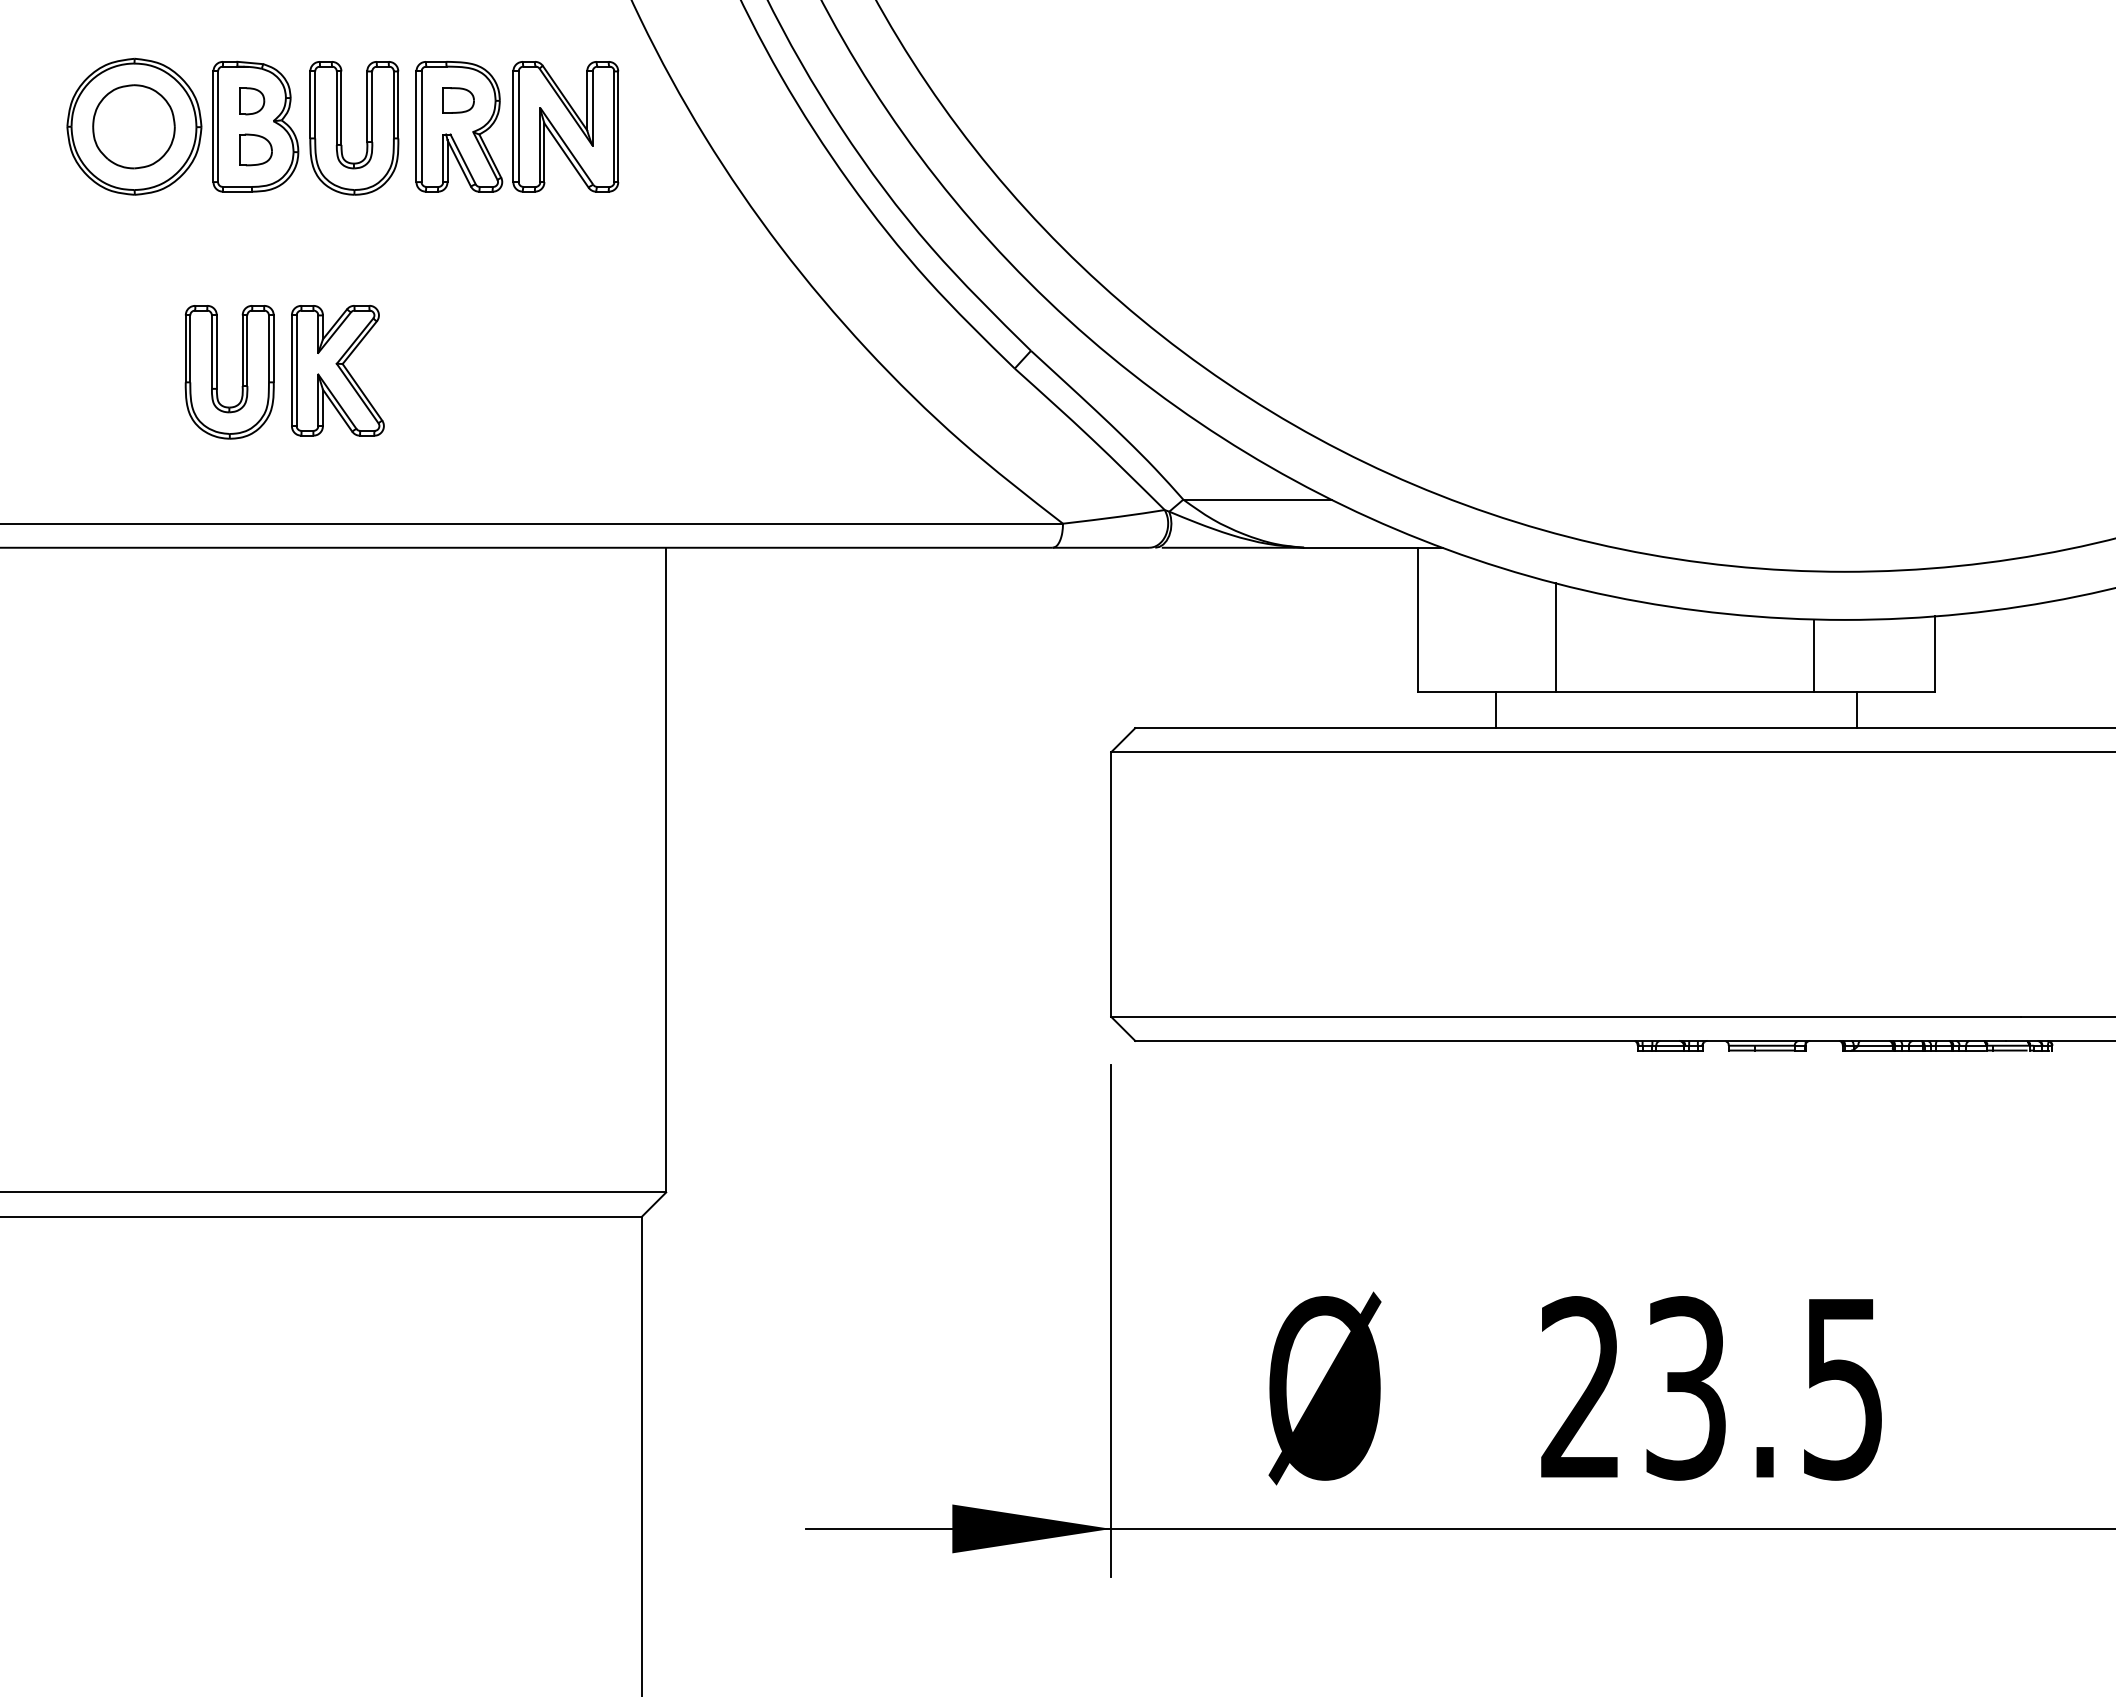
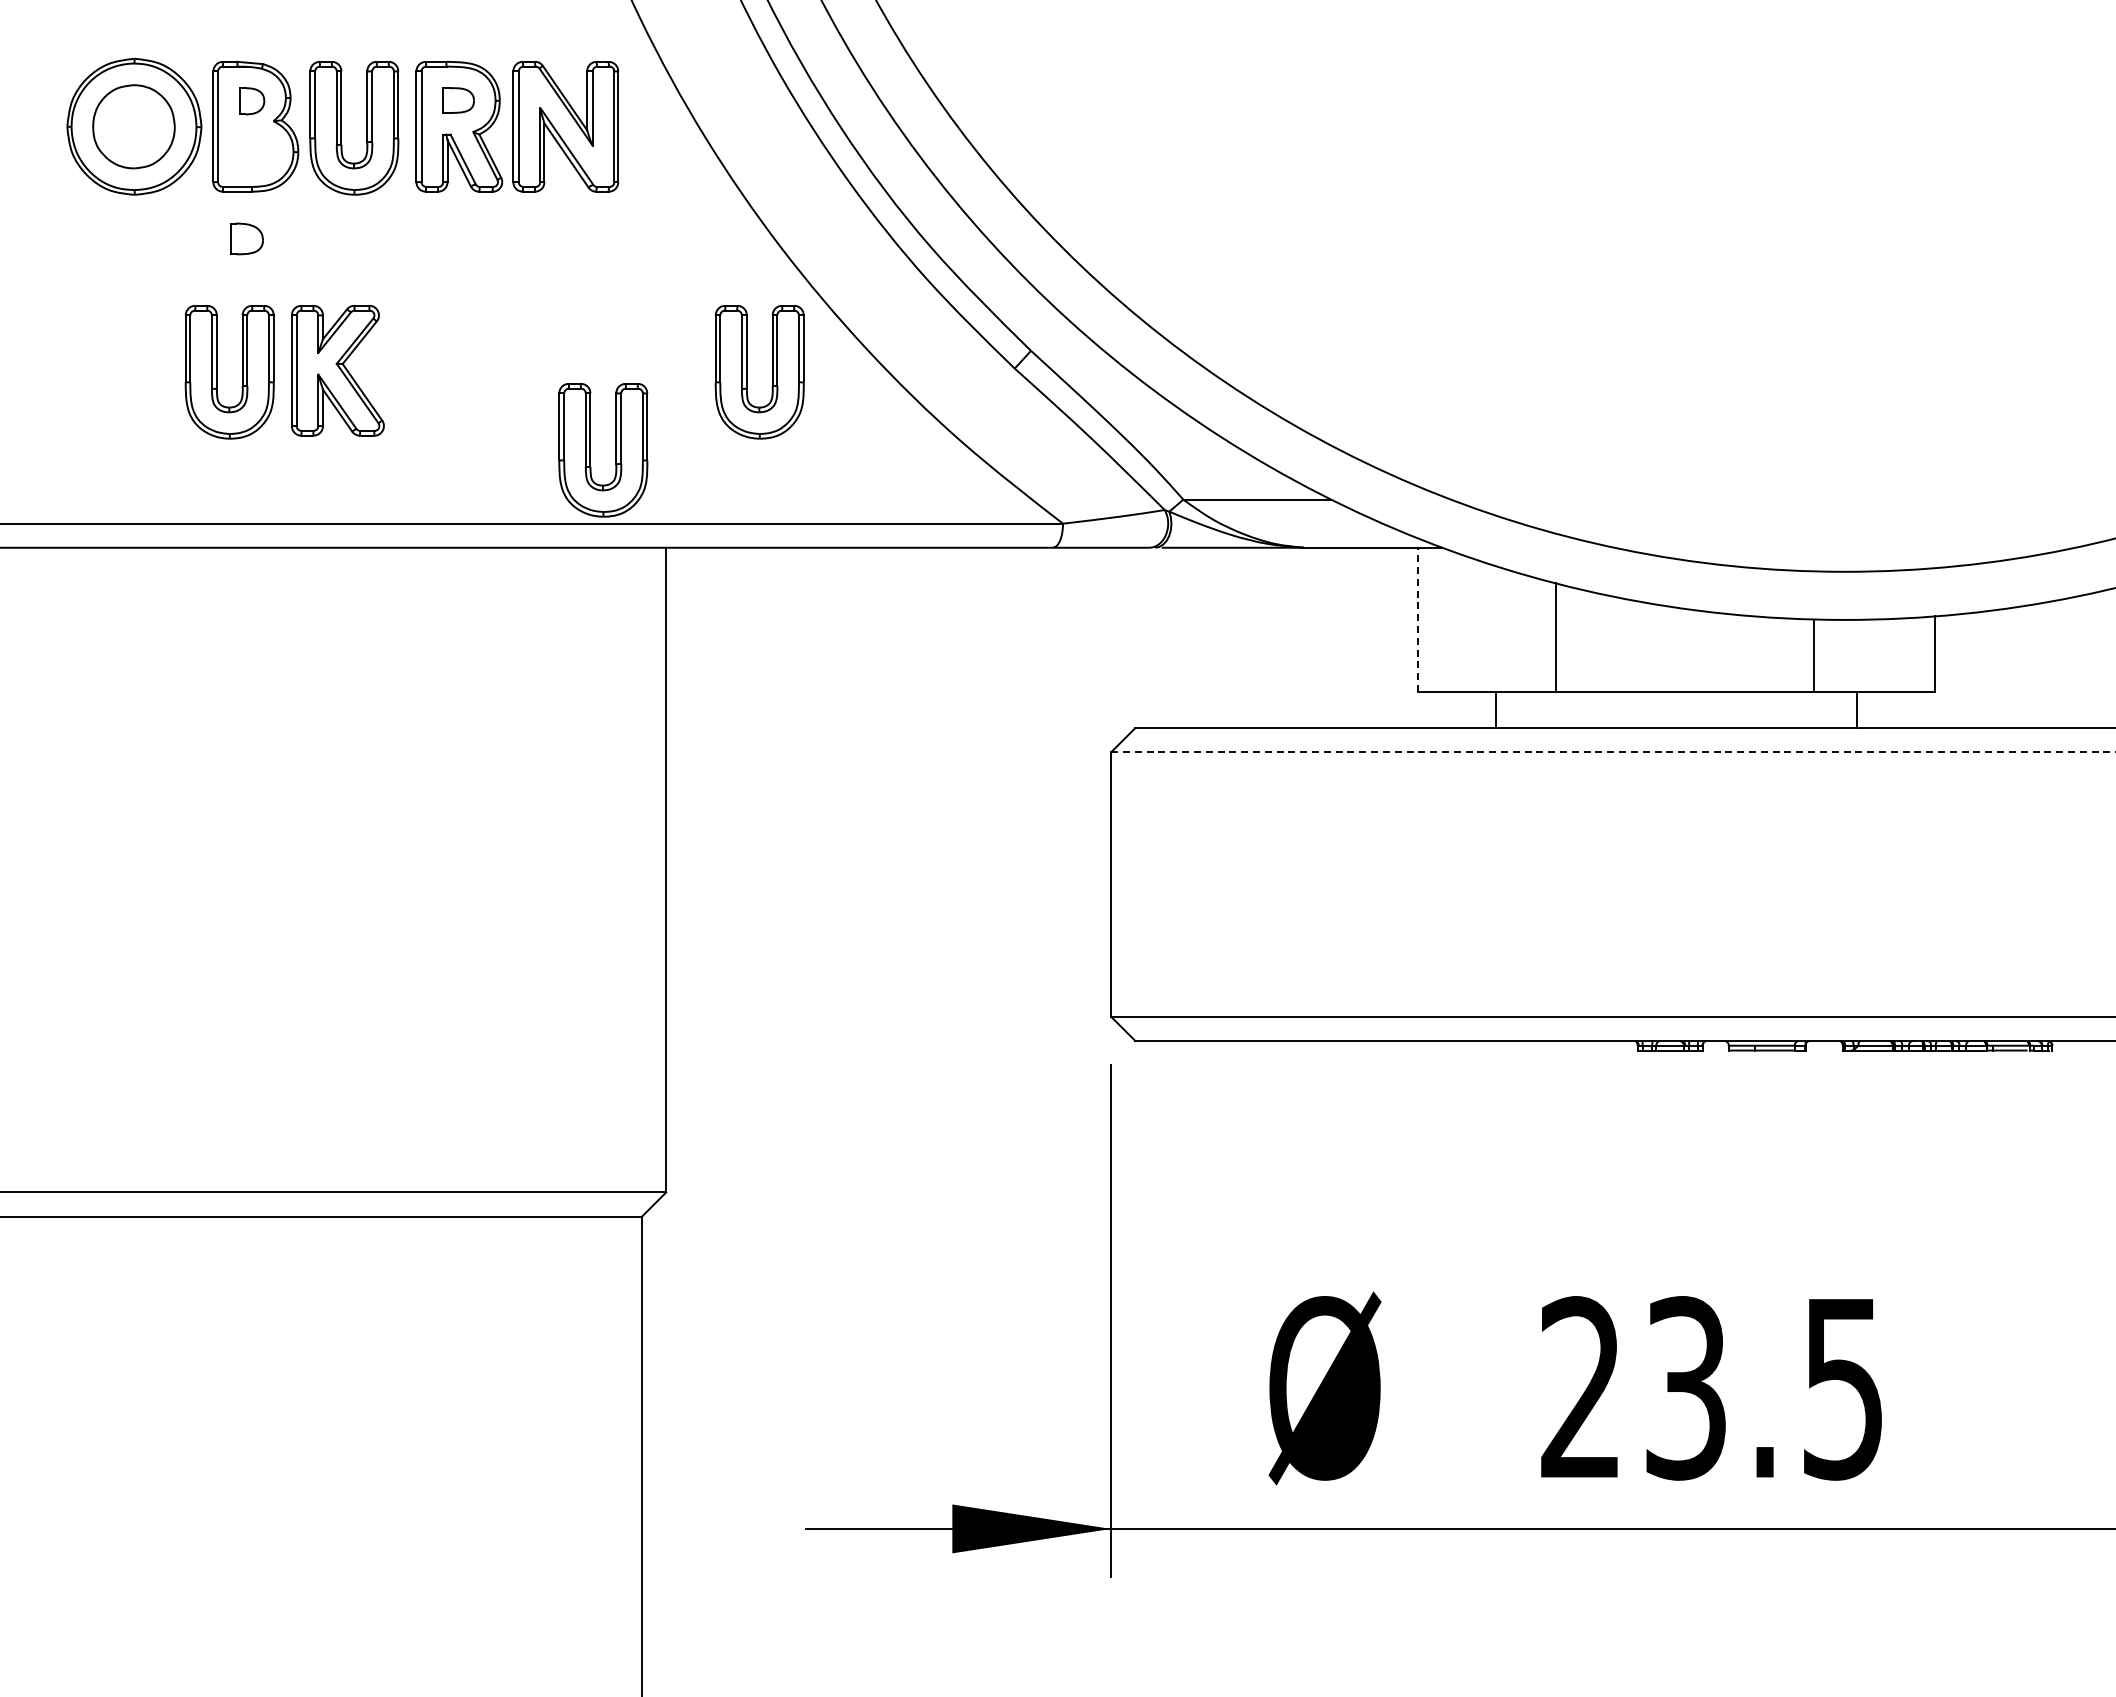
part at (255, 149) position: (255, 149) -> (246, 238)
part at (747, 372): none -> present
part at (615, 450): none -> present
line at (1418, 619): solid -> dashed
line at (1614, 752): solid -> dashed
